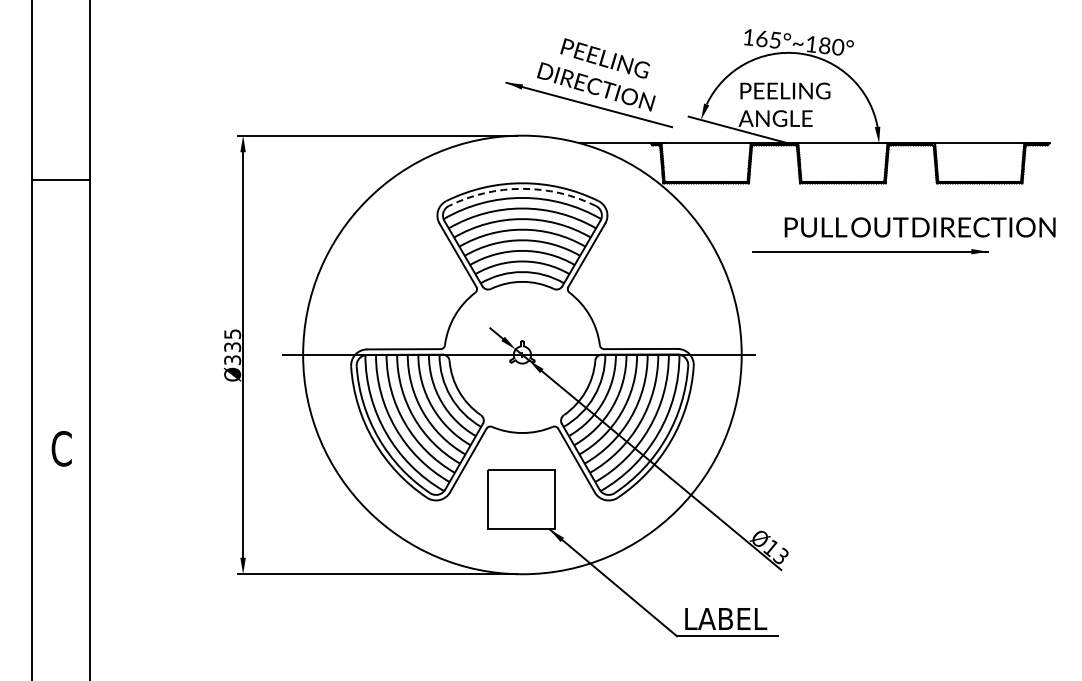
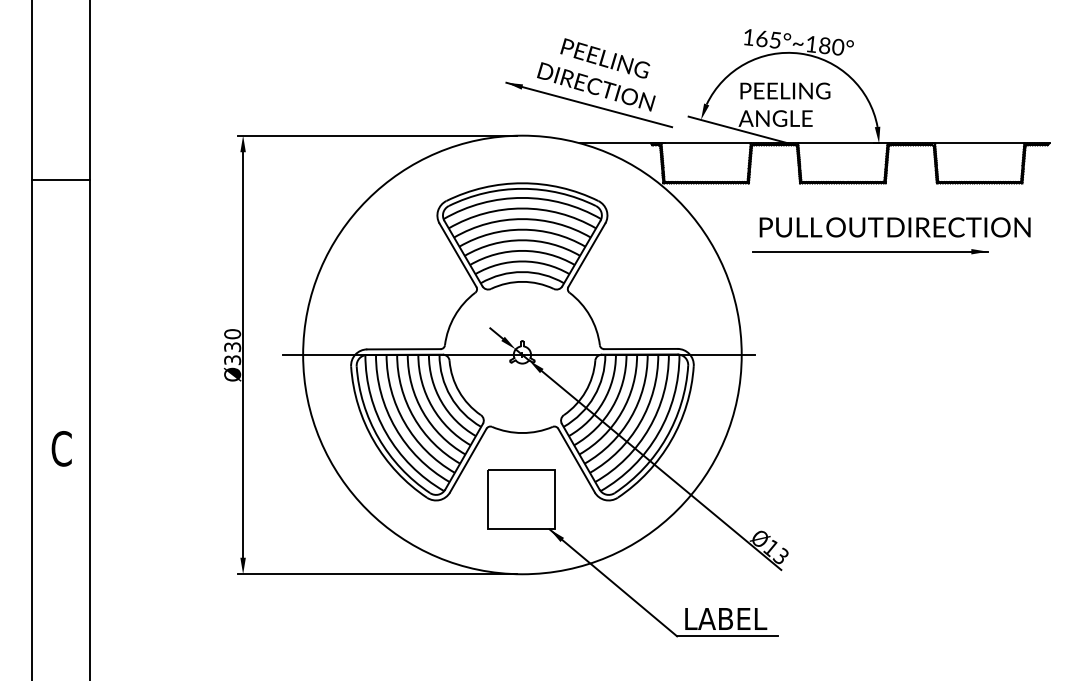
arc at (522, 188): dashed -> solid
text at (919, 227) position: (919, 227) -> (894, 227)
text at (232, 334): Ø335 -> Ø330
